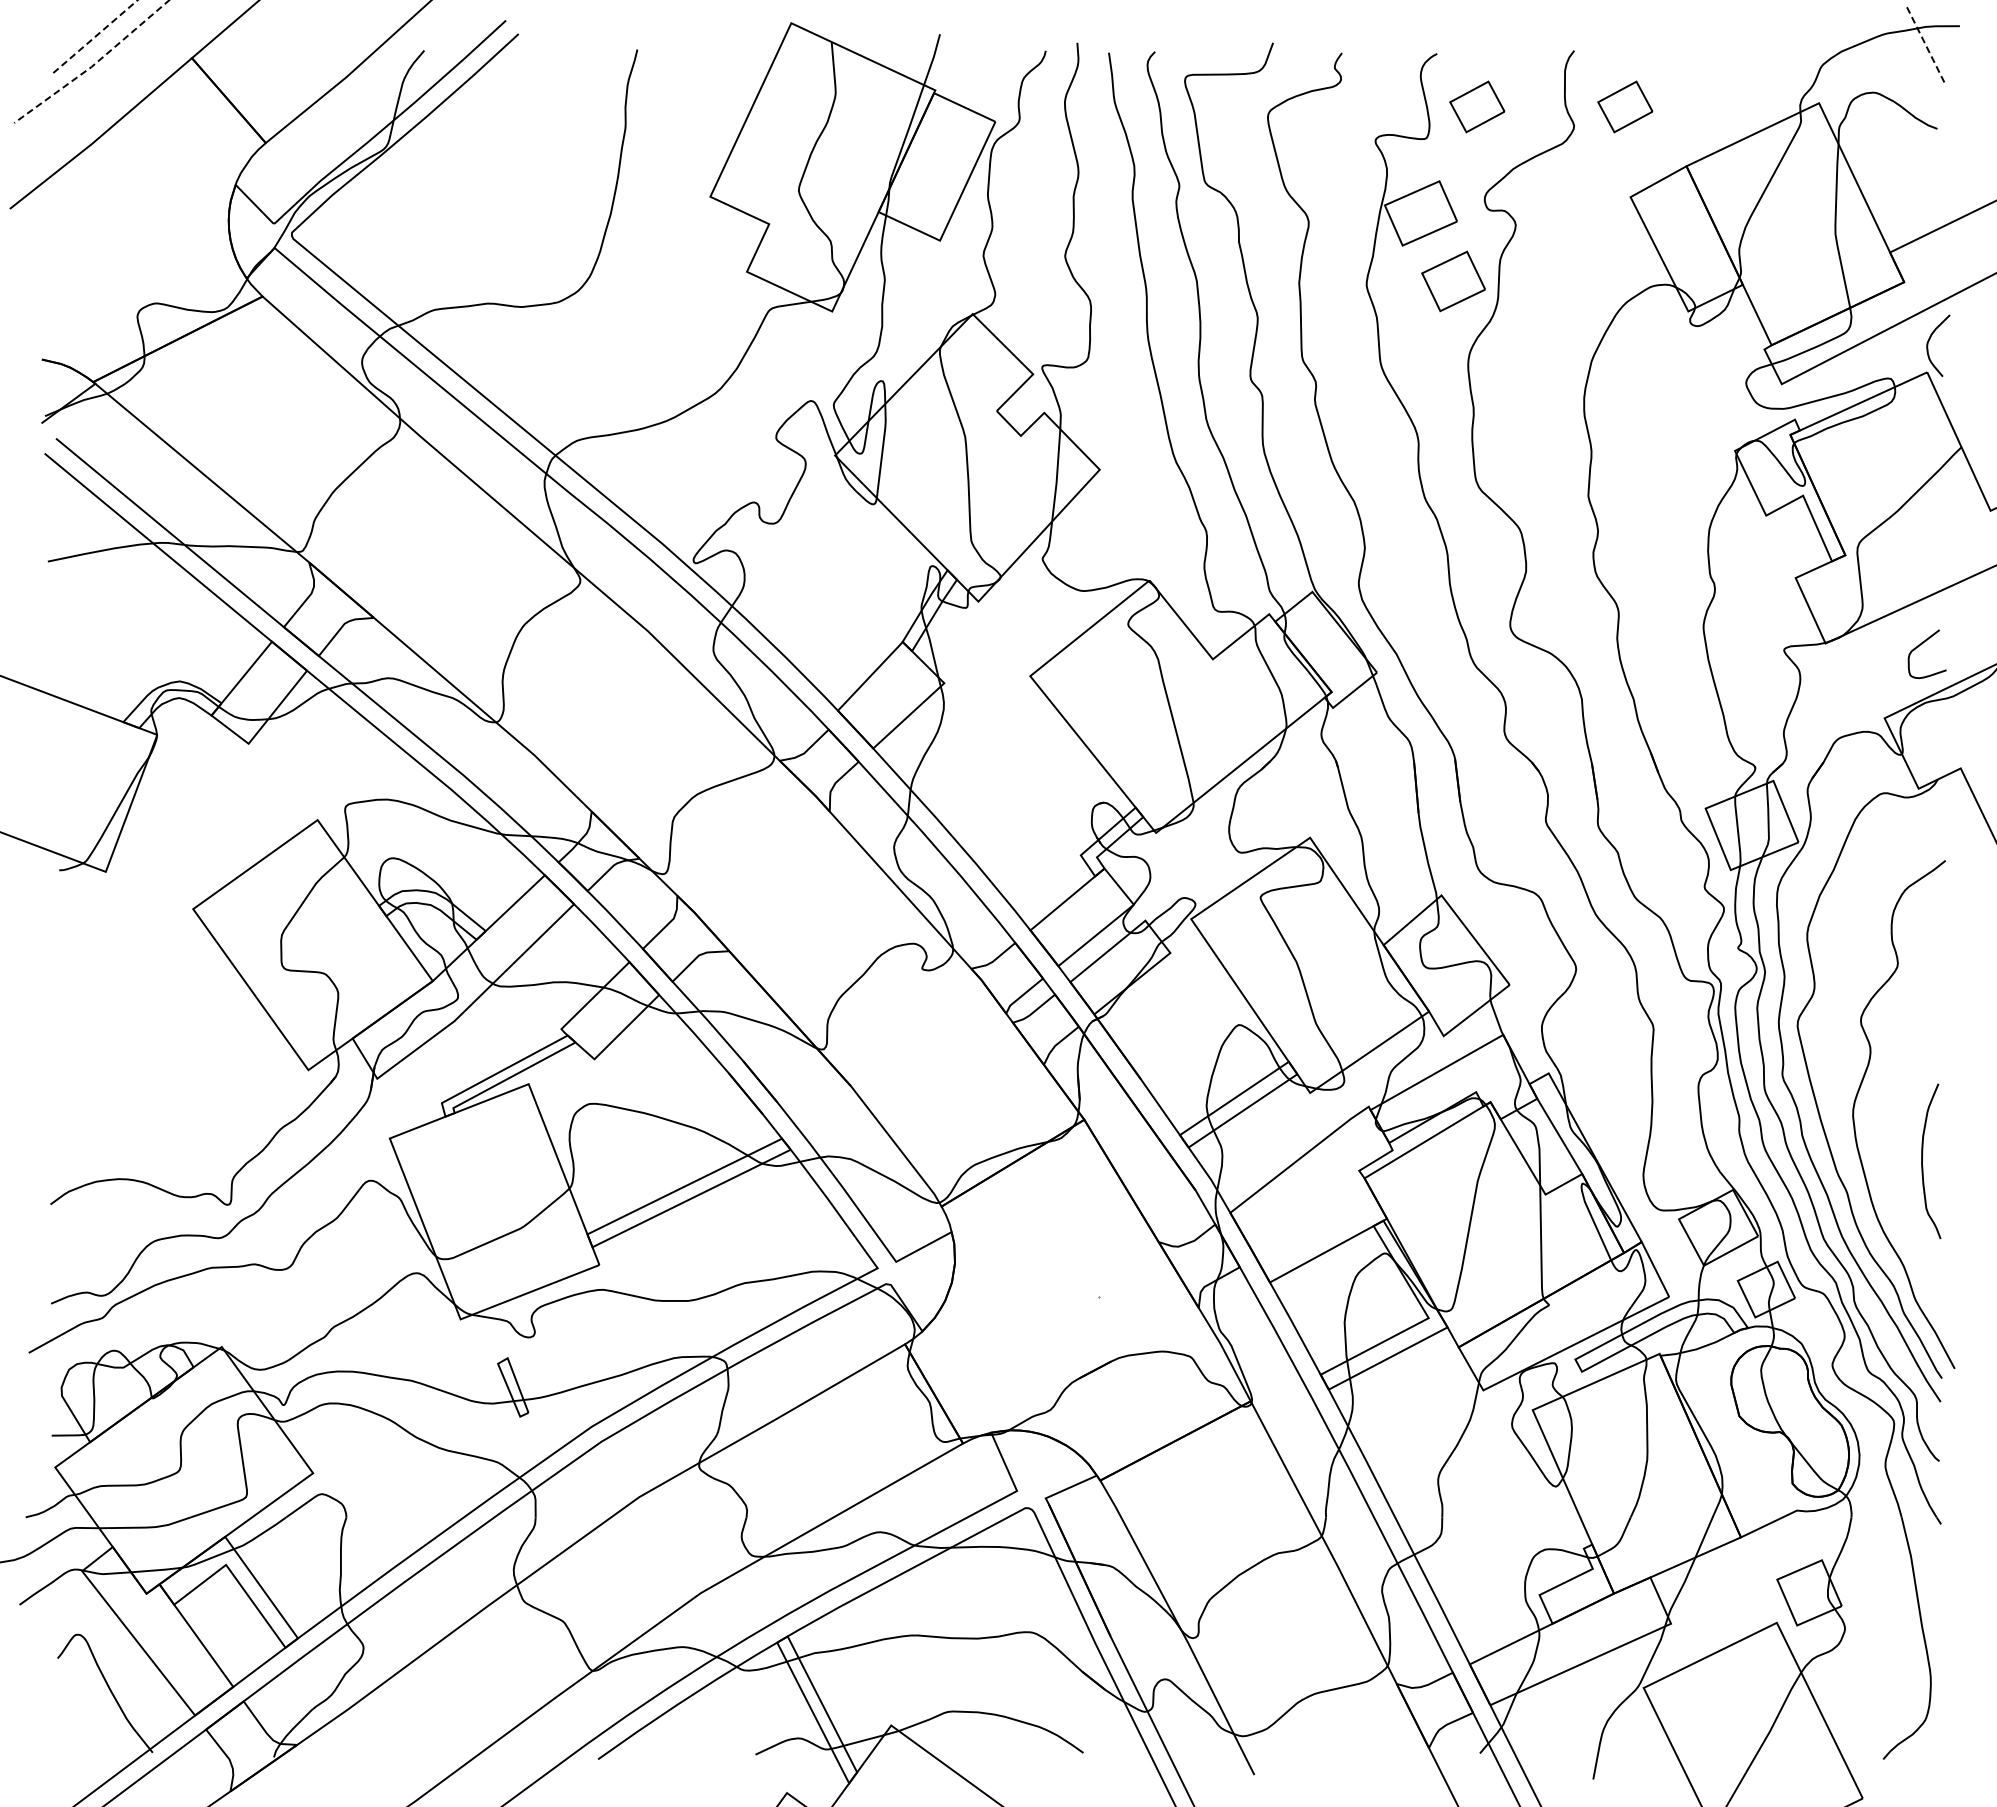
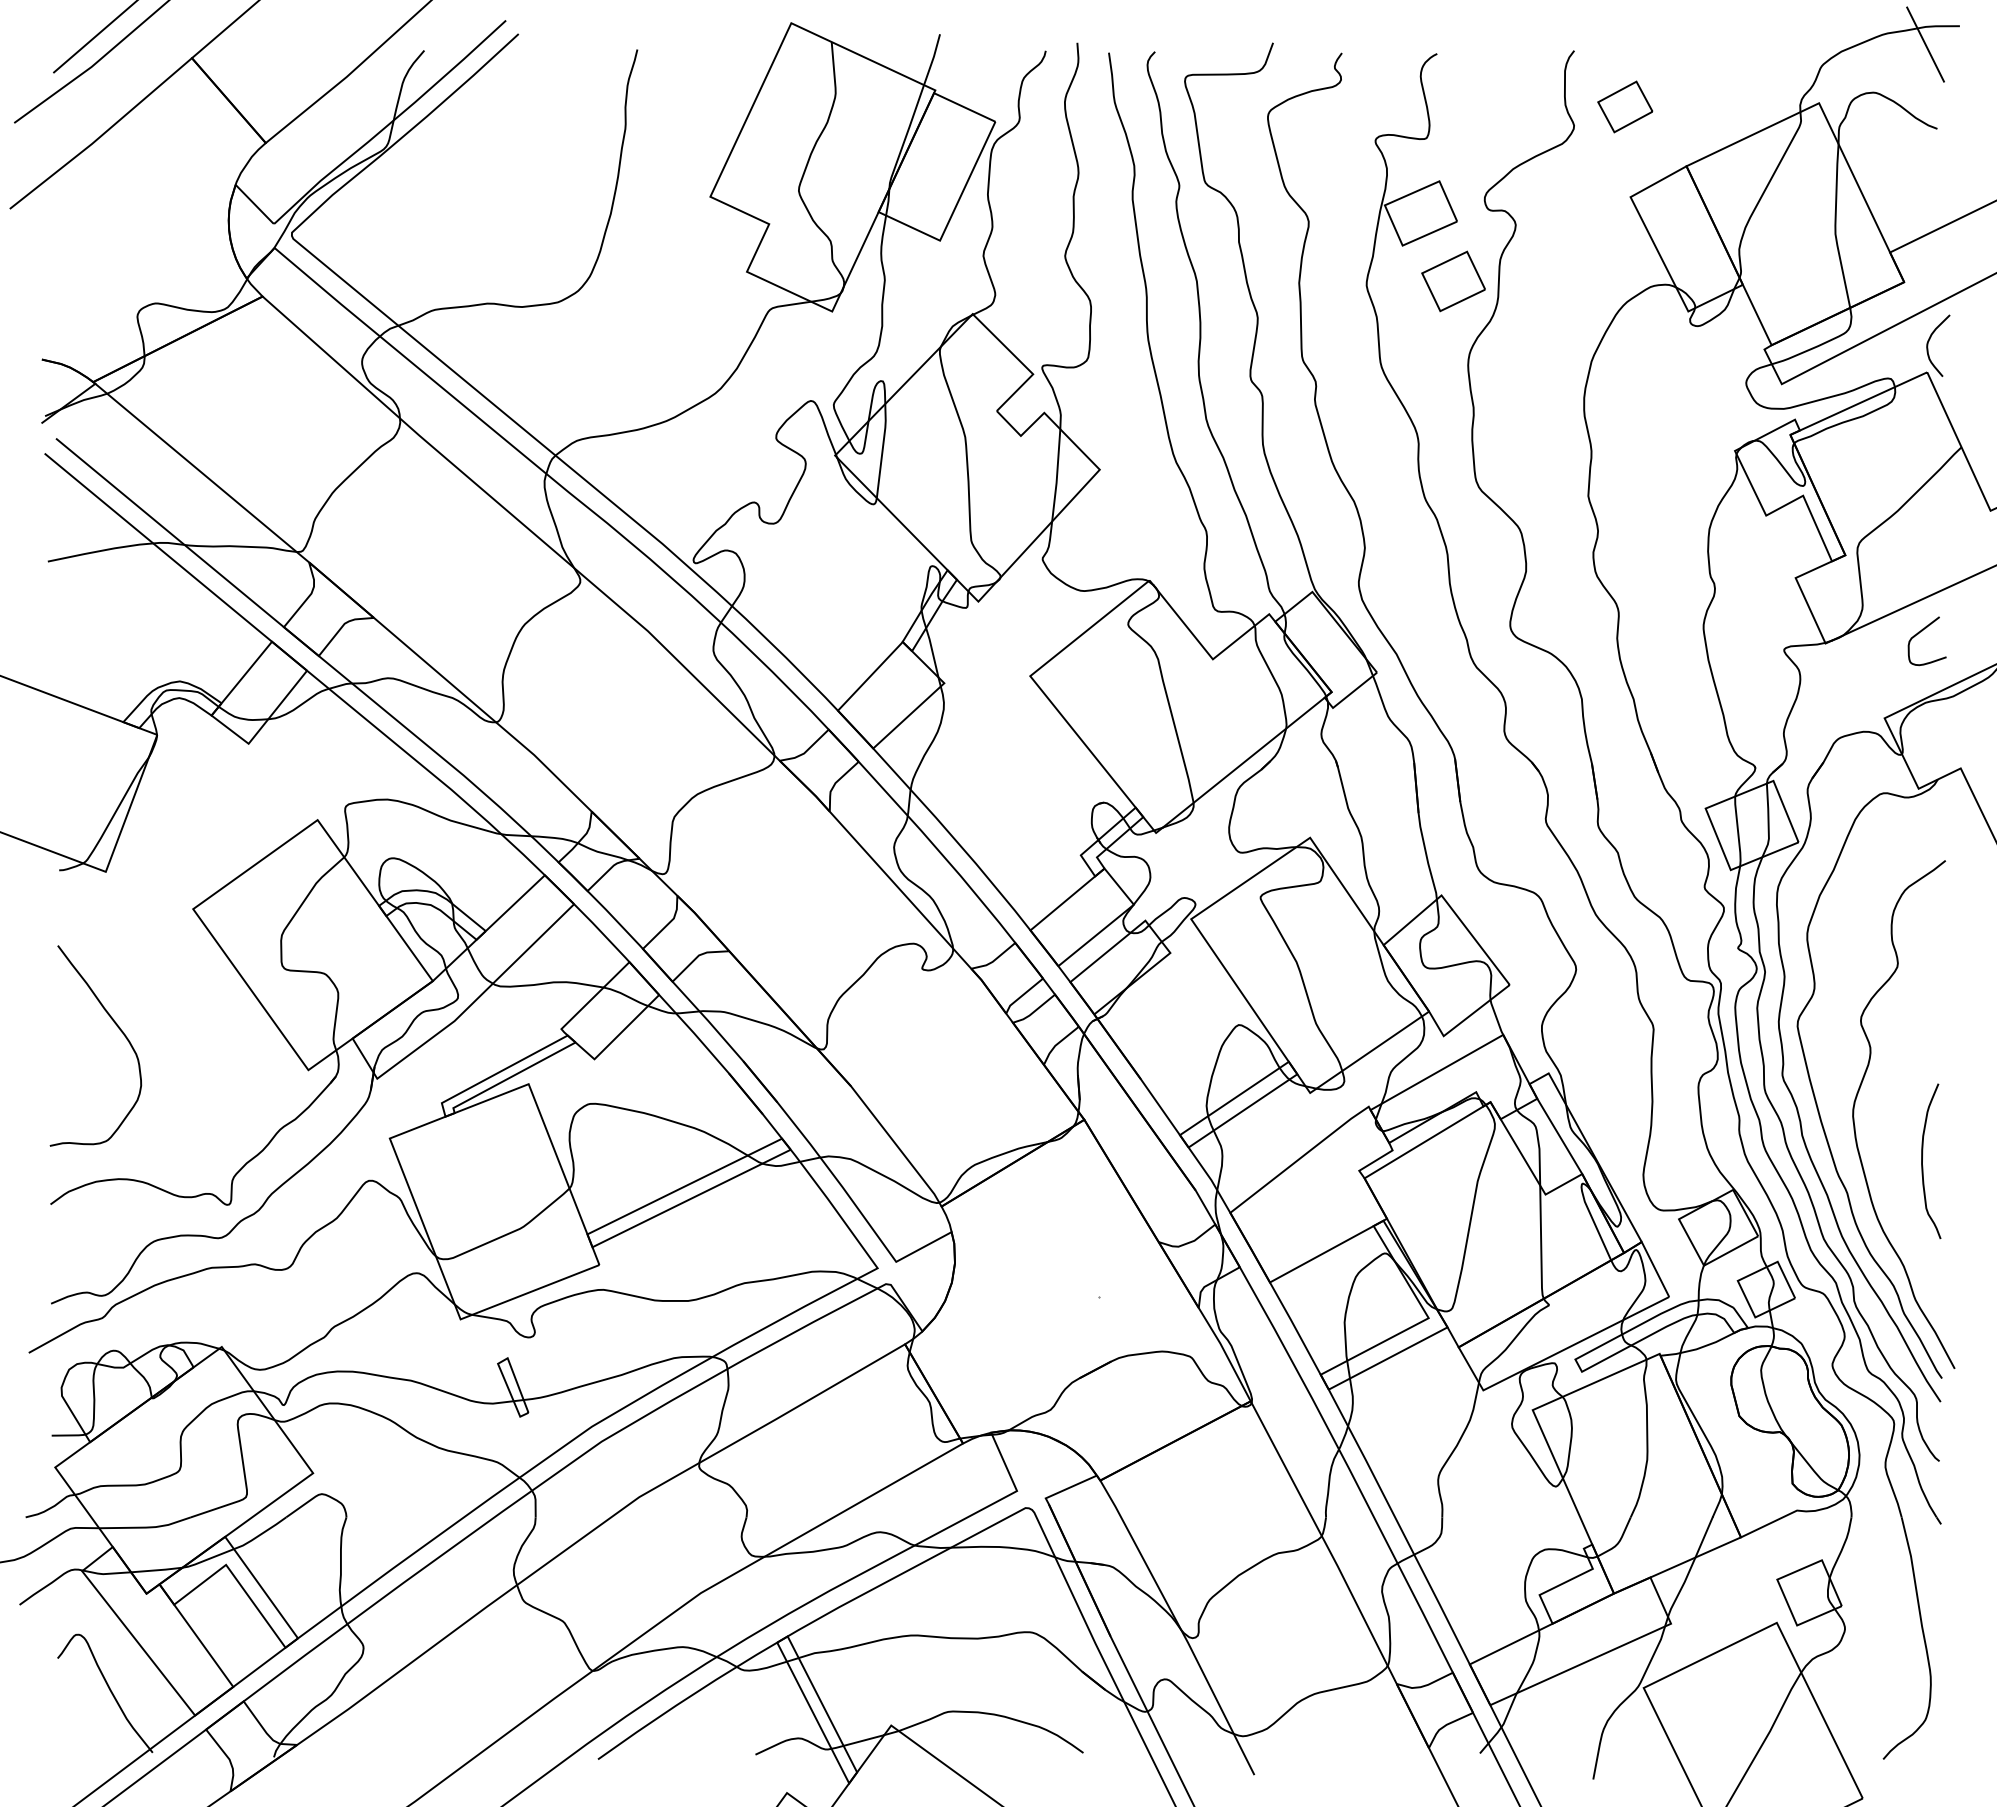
line at (95, 36): dashed -> solid
line at (1925, 44): dashed -> solid
line at (93, 65): dashed -> solid
part at (1477, 106): present -> none
curve at (1919, 646) position: (1919, 646) -> (1919, 633)
curve at (117, 1027): none -> present
